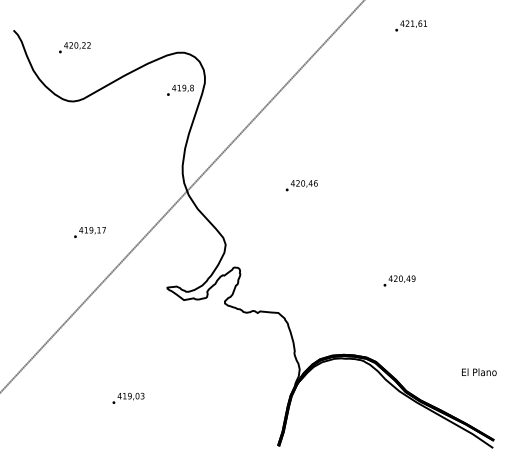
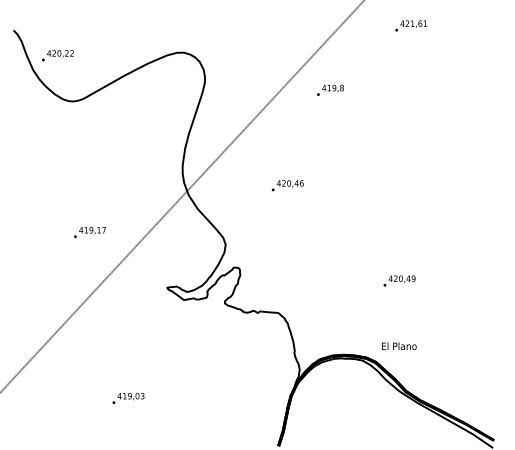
text at (74, 47) position: (74, 47) -> (57, 55)
text at (180, 89) position: (180, 89) -> (330, 89)
text at (301, 185) position: (301, 185) -> (287, 185)
text at (479, 372) position: (479, 372) -> (399, 346)
